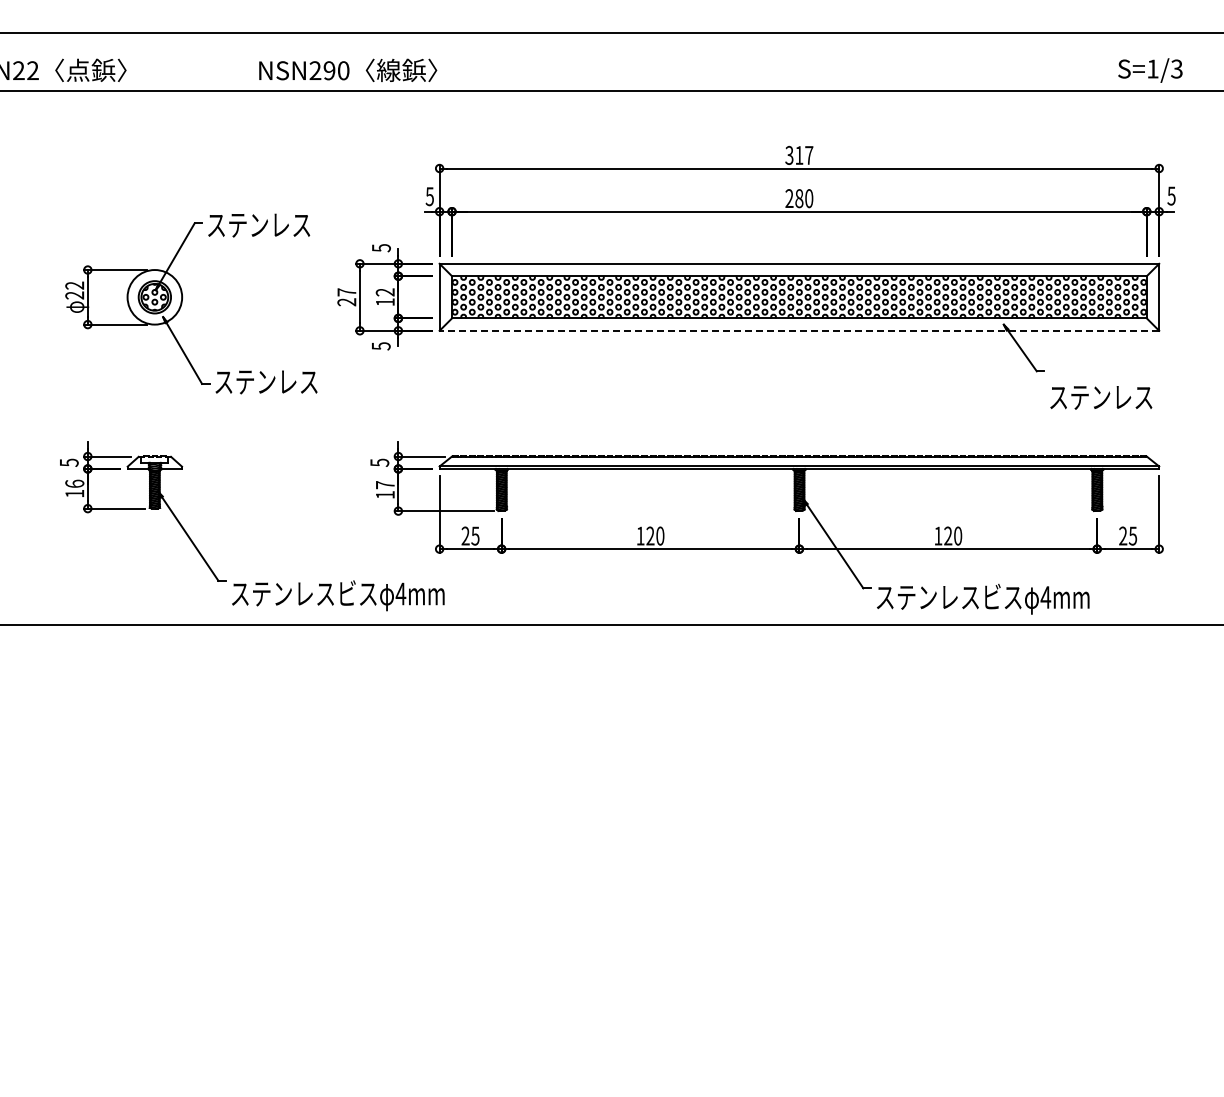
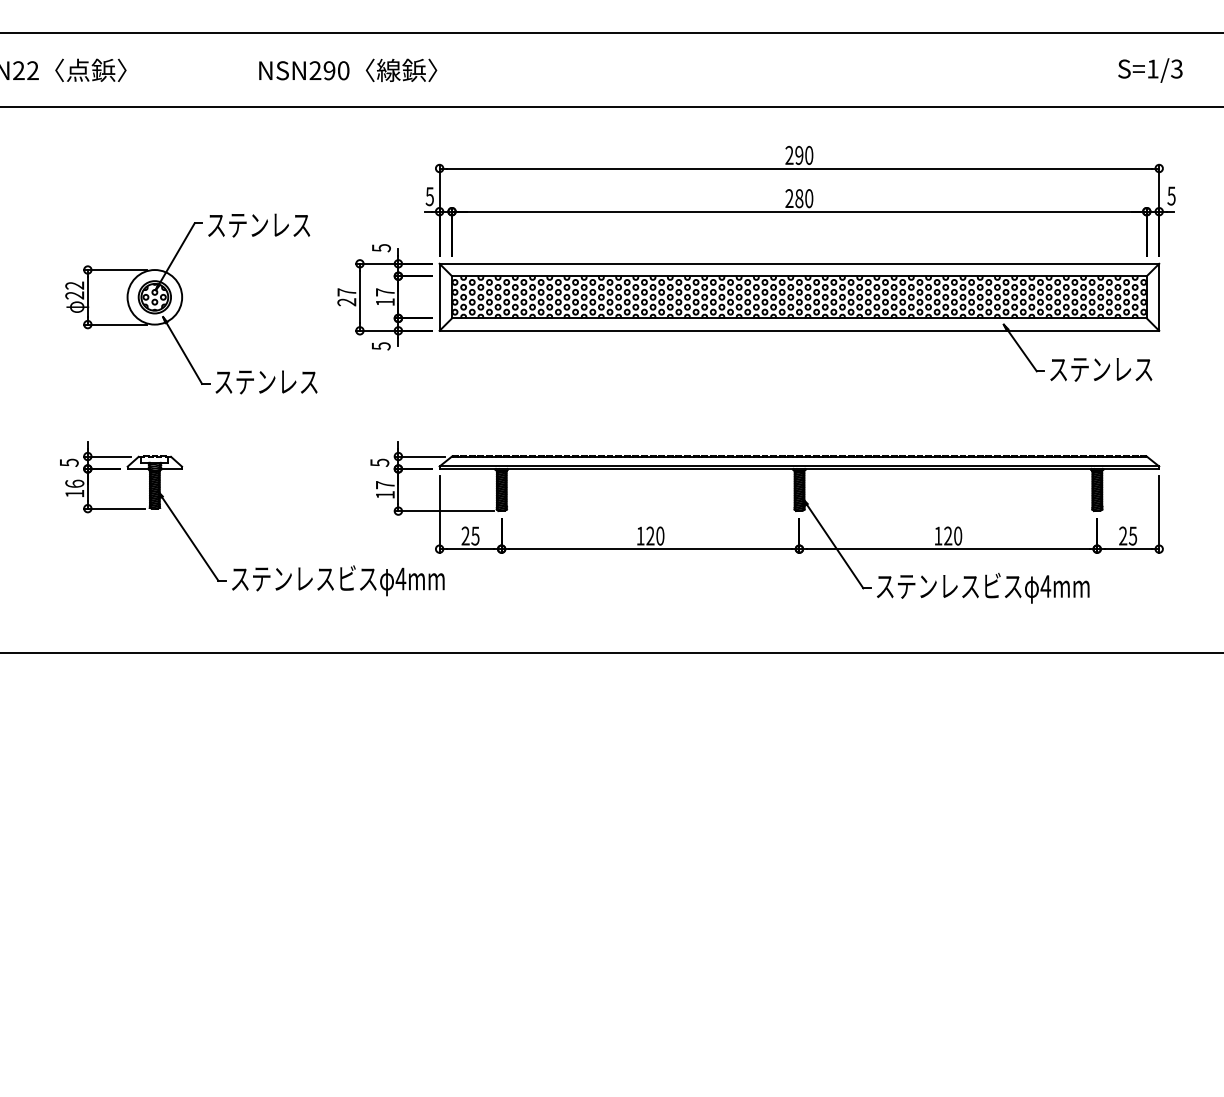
line at (611, 91) position: (611, 91) -> (611, 107)
text at (799, 154): 317 -> 290
text at (384, 292): 12 -> 17
line at (799, 330): dashed -> solid
text at (1101, 397) position: (1101, 397) -> (1101, 369)
text at (338, 595) position: (338, 595) -> (338, 580)
text at (983, 598) position: (983, 598) -> (983, 587)
line at (611, 625) position: (611, 625) -> (611, 653)
